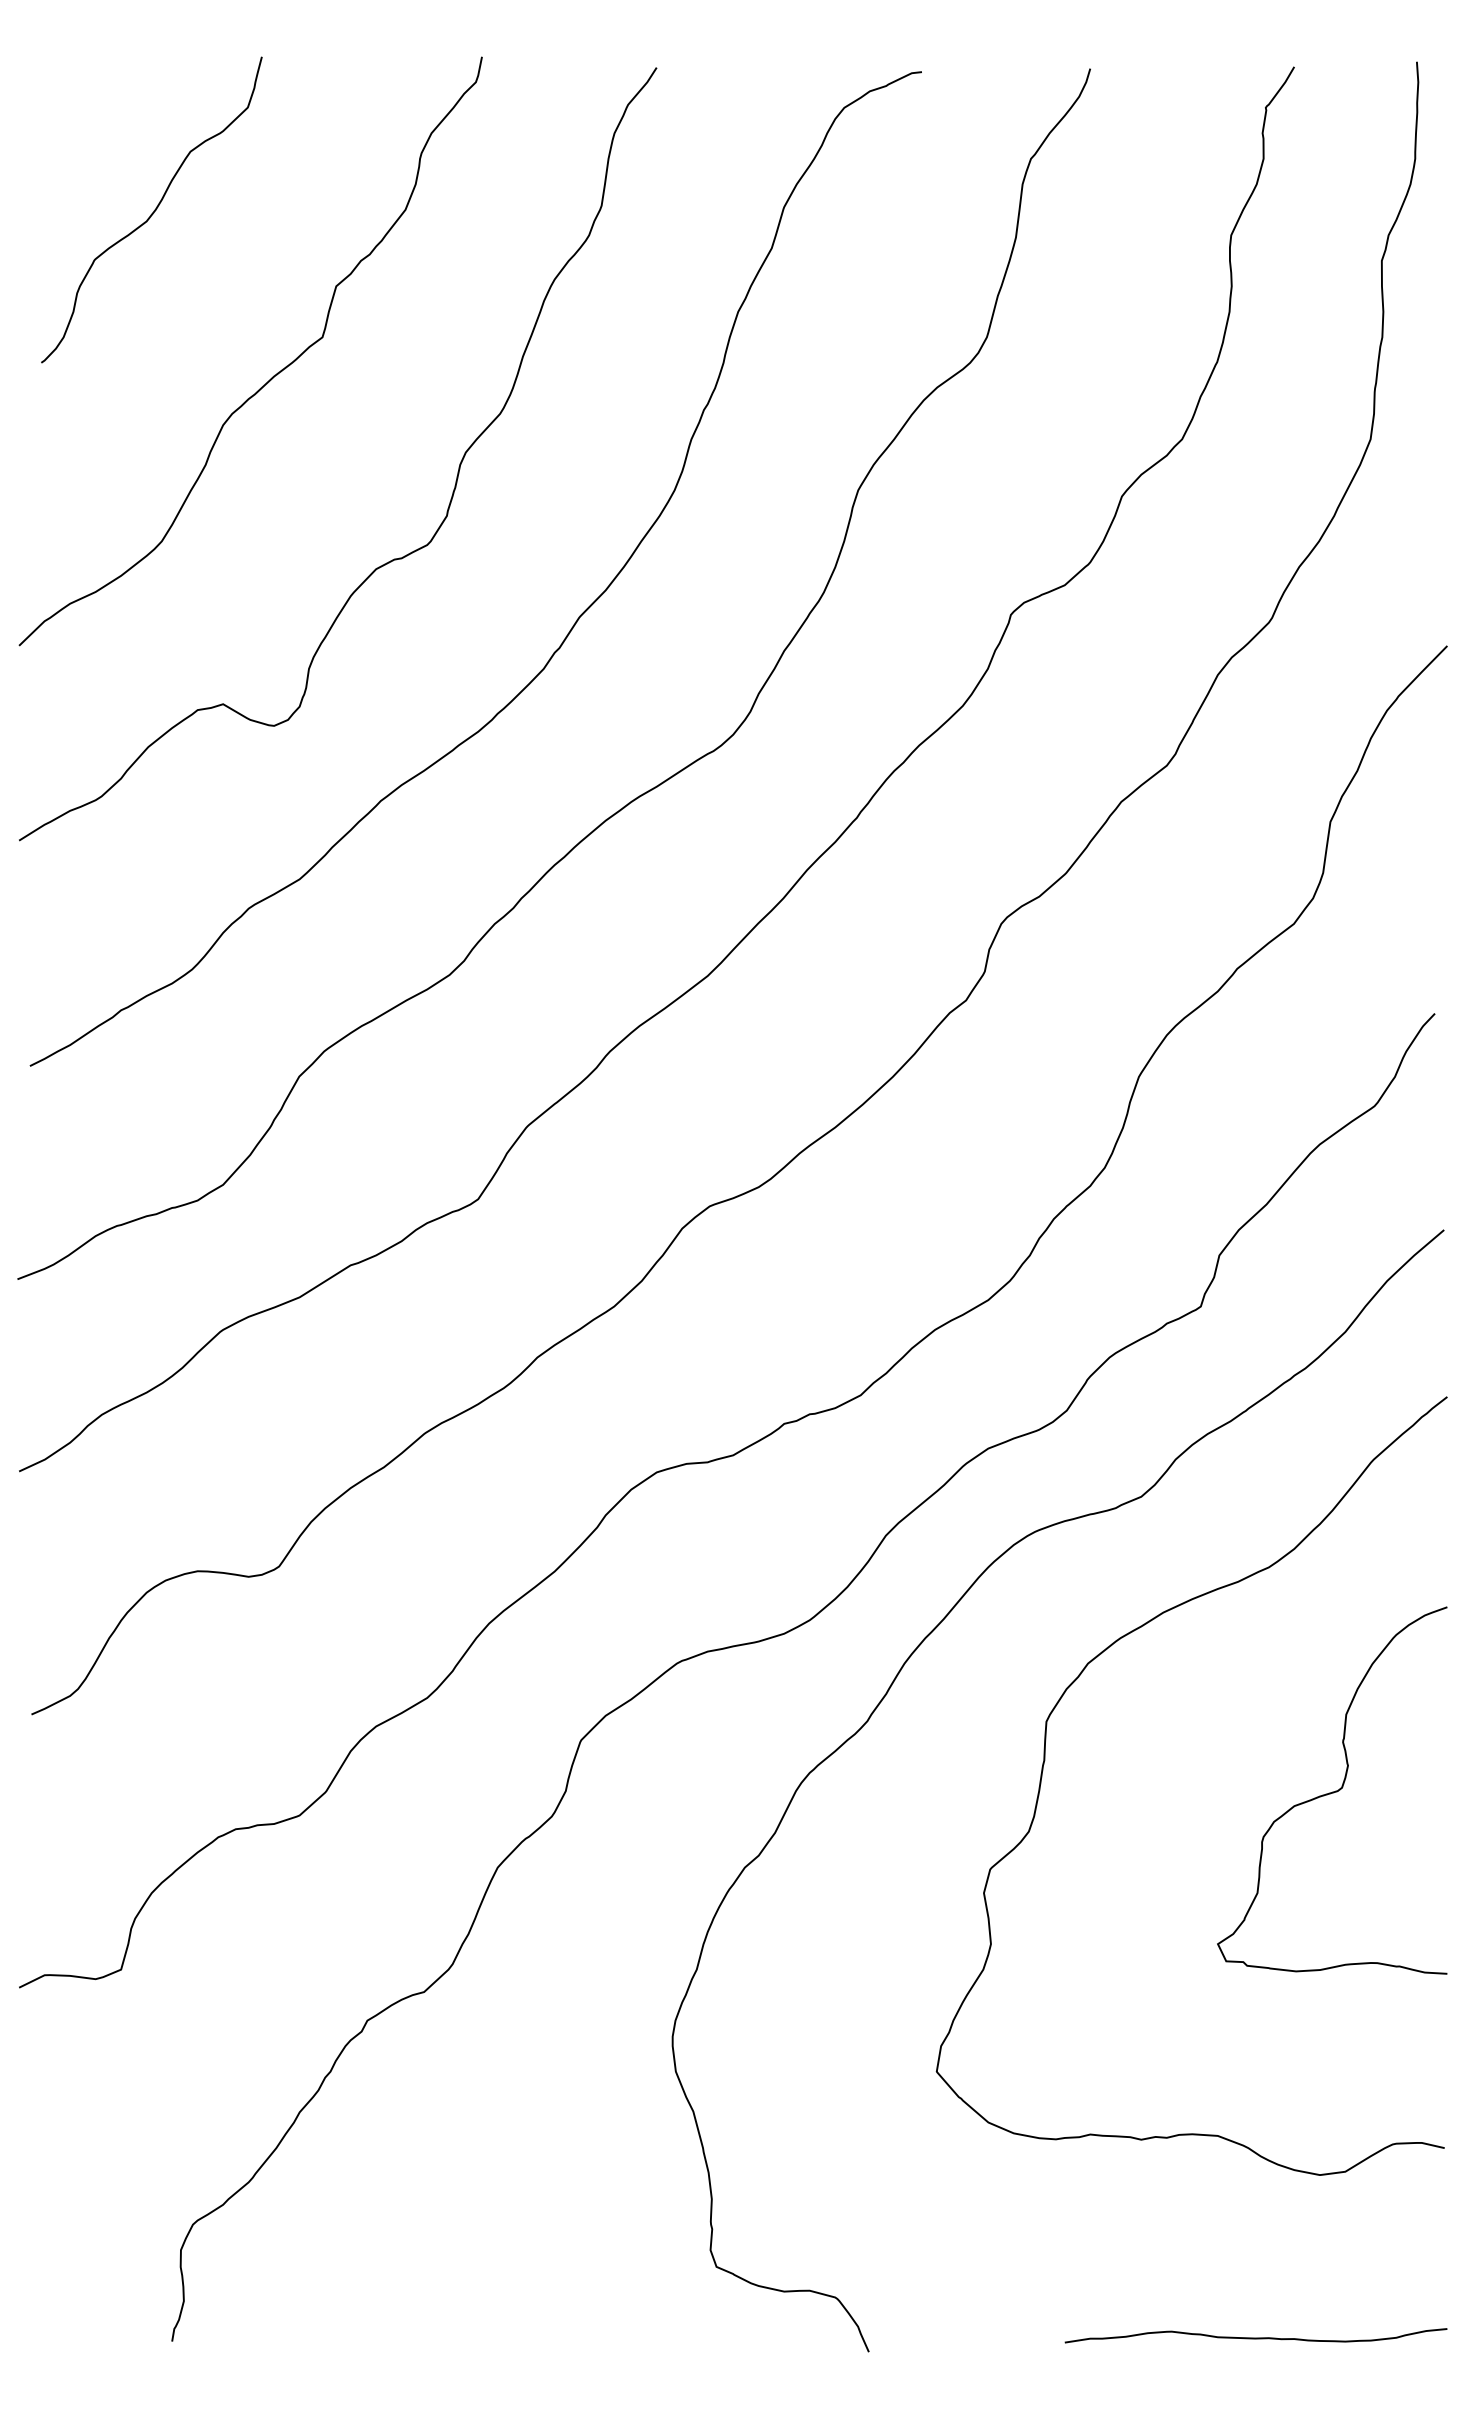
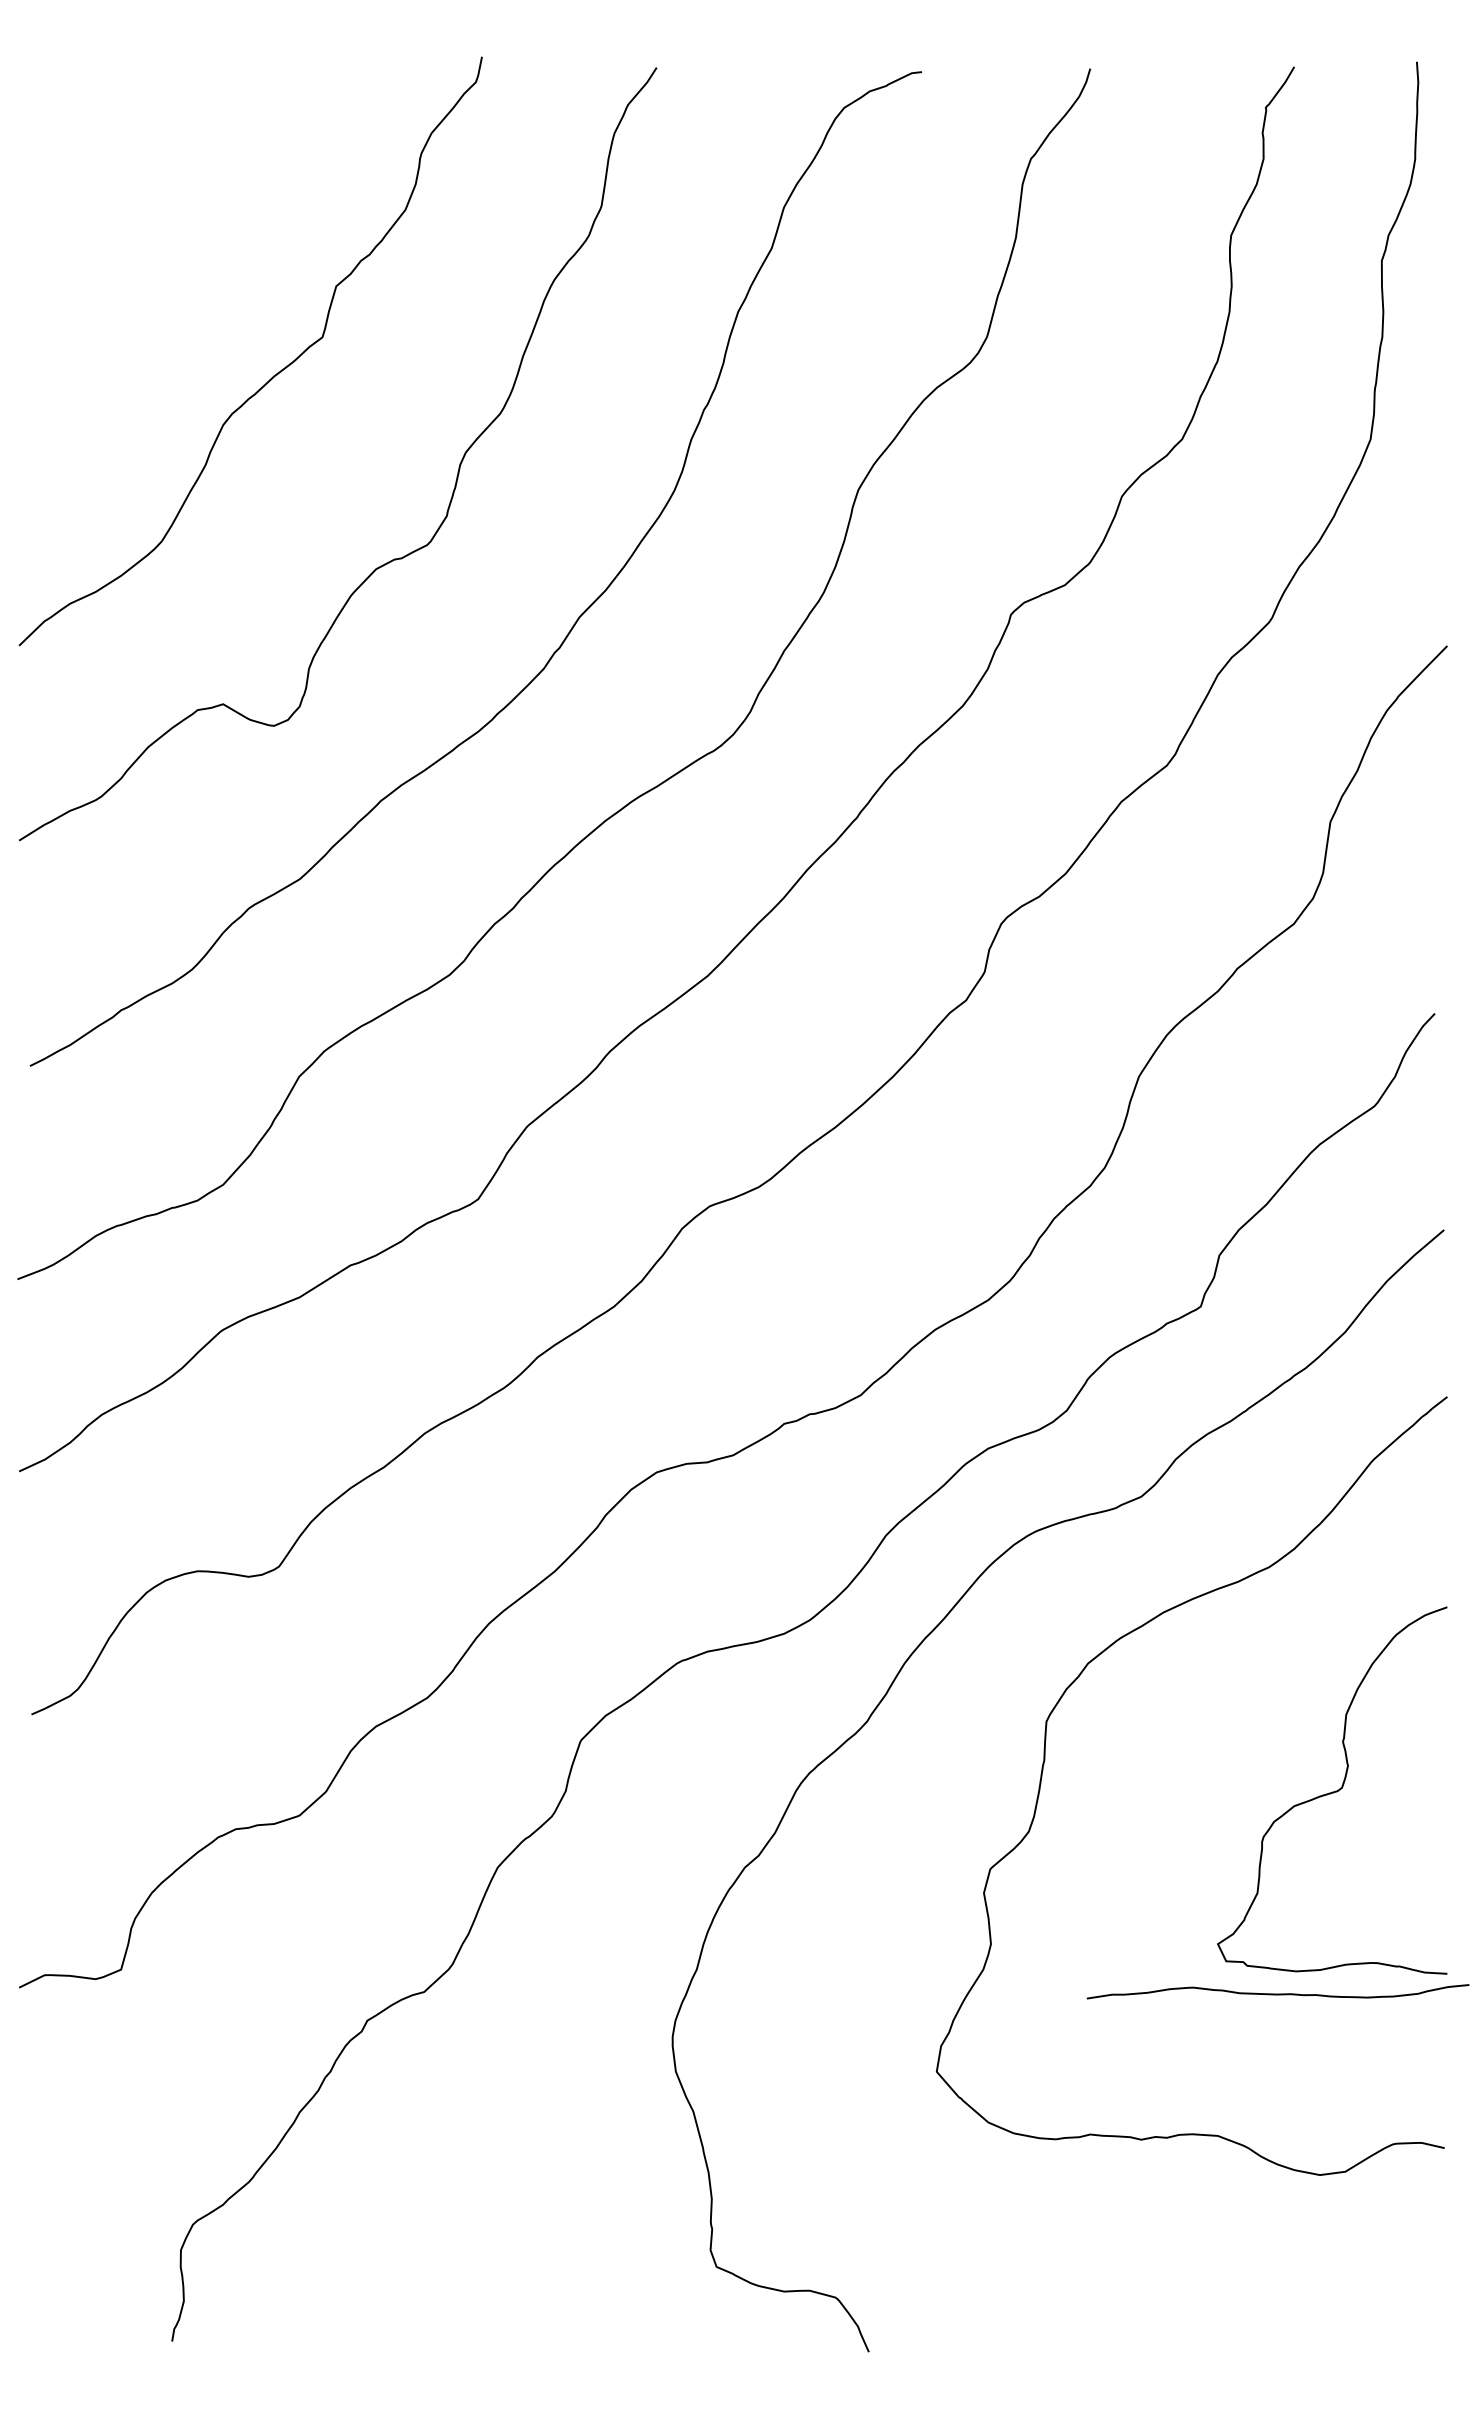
curve at (153, 211): present -> none
curve at (1255, 2337) position: (1255, 2337) -> (1277, 1993)
